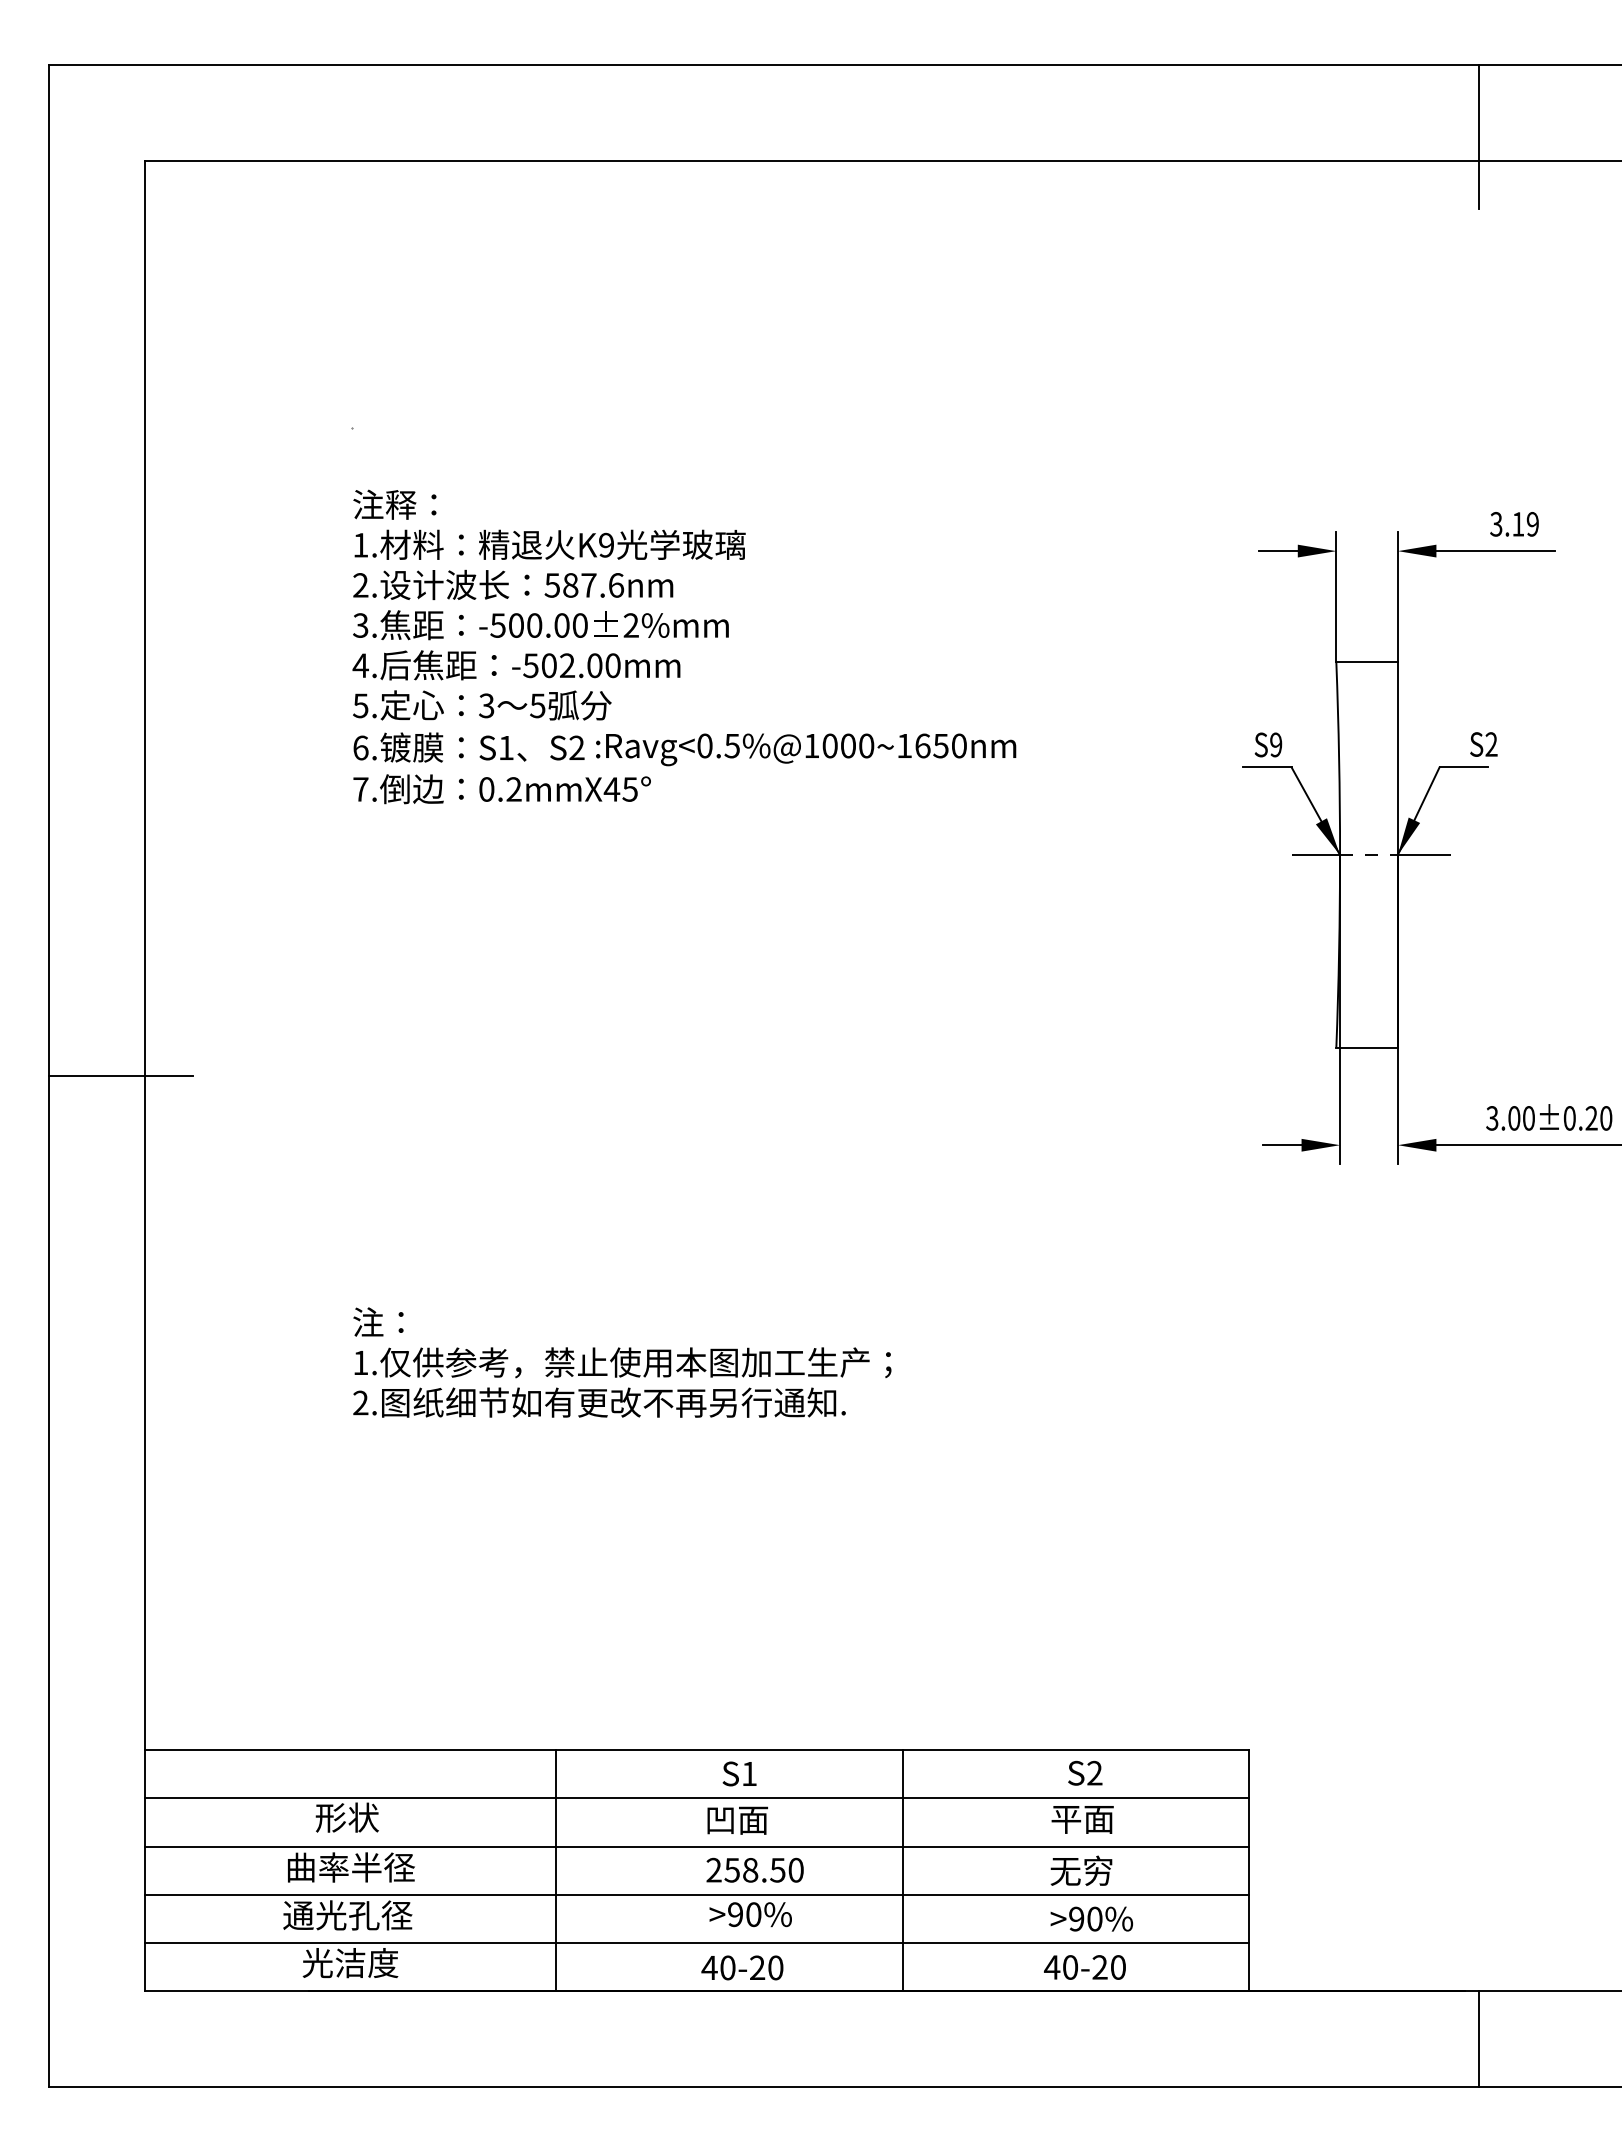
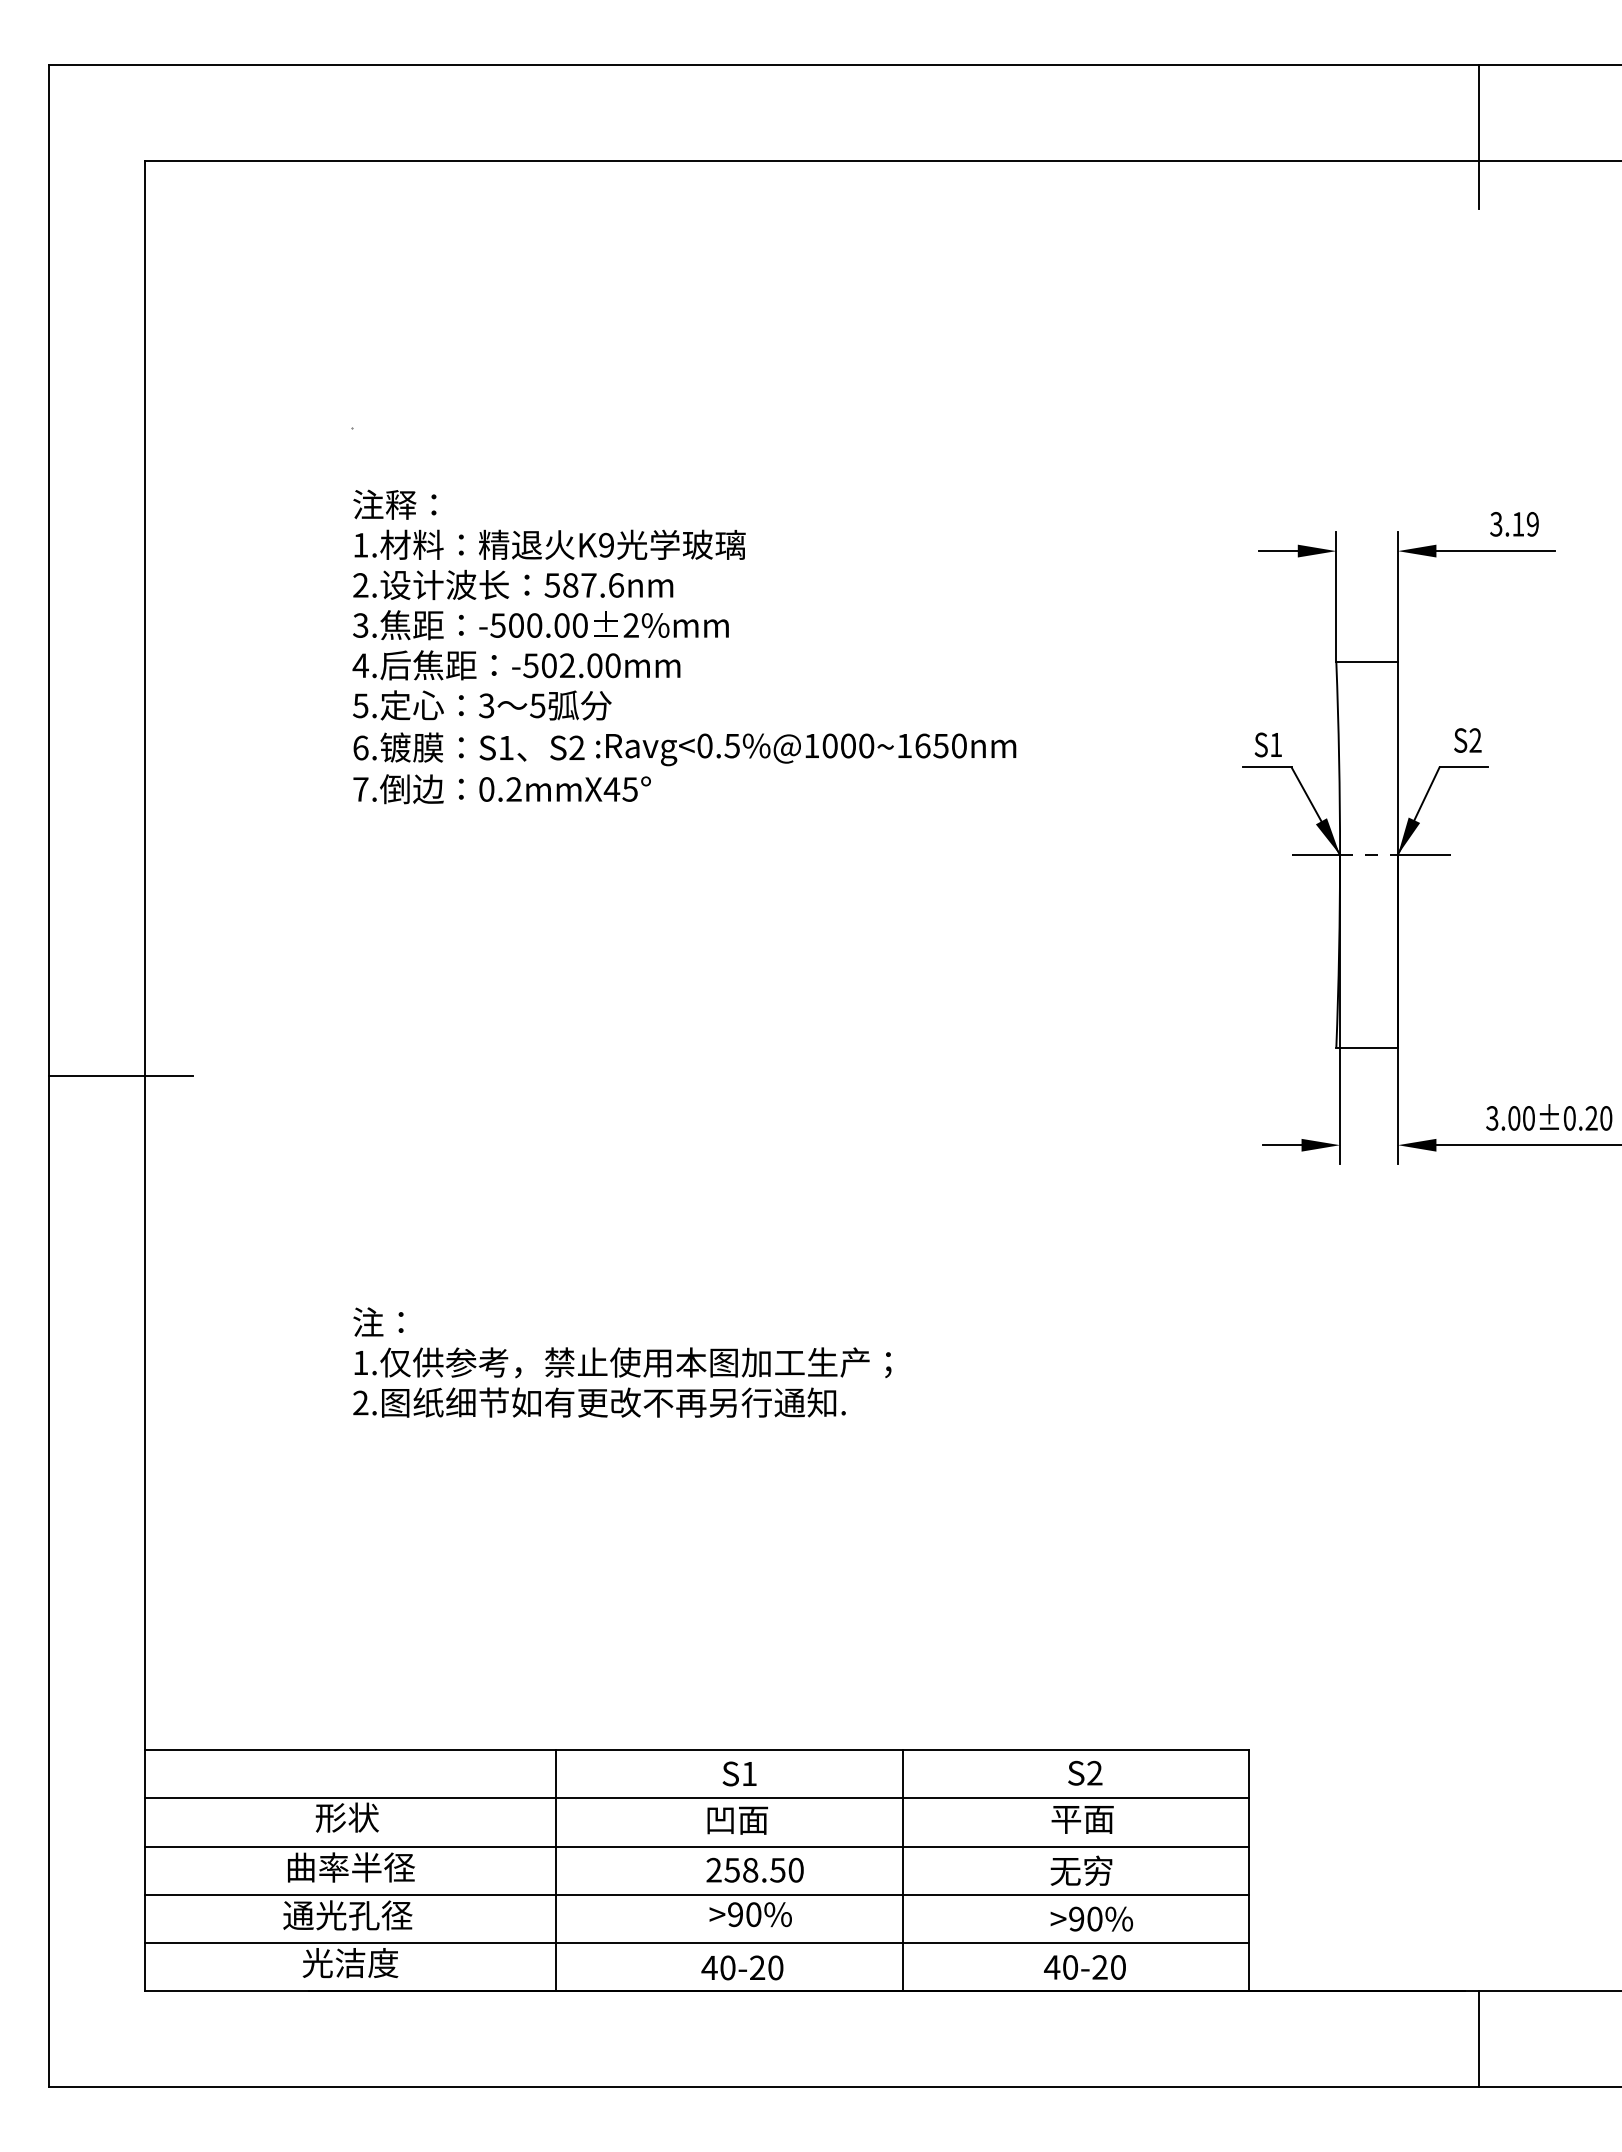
text at (1276, 744): S9 -> S1
text at (1483, 744) position: (1483, 744) -> (1467, 740)
